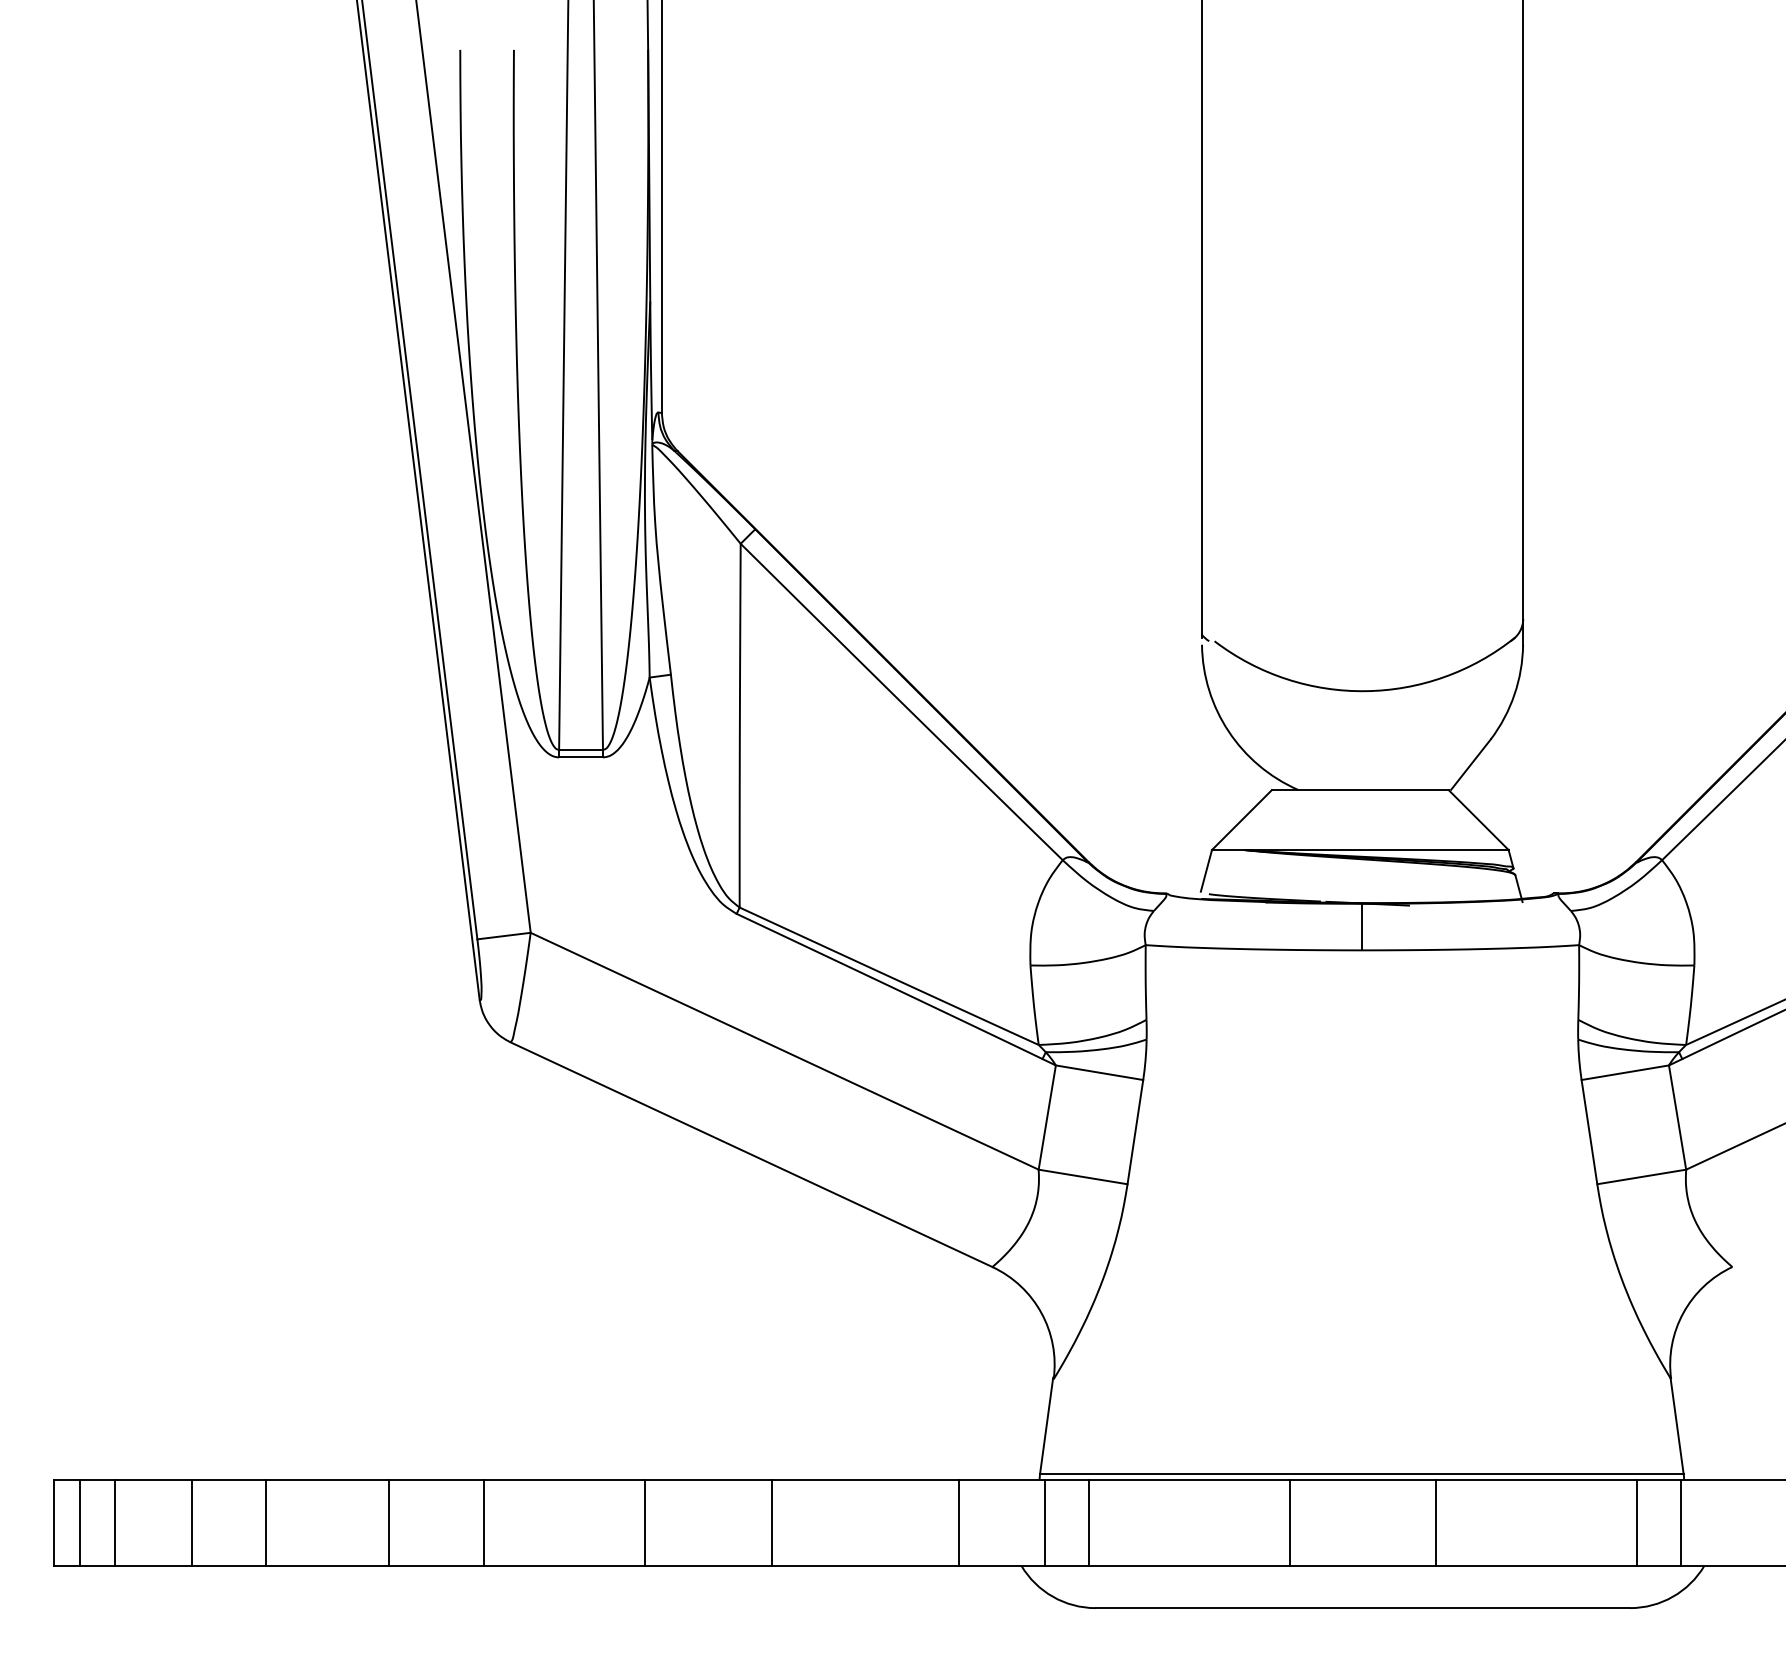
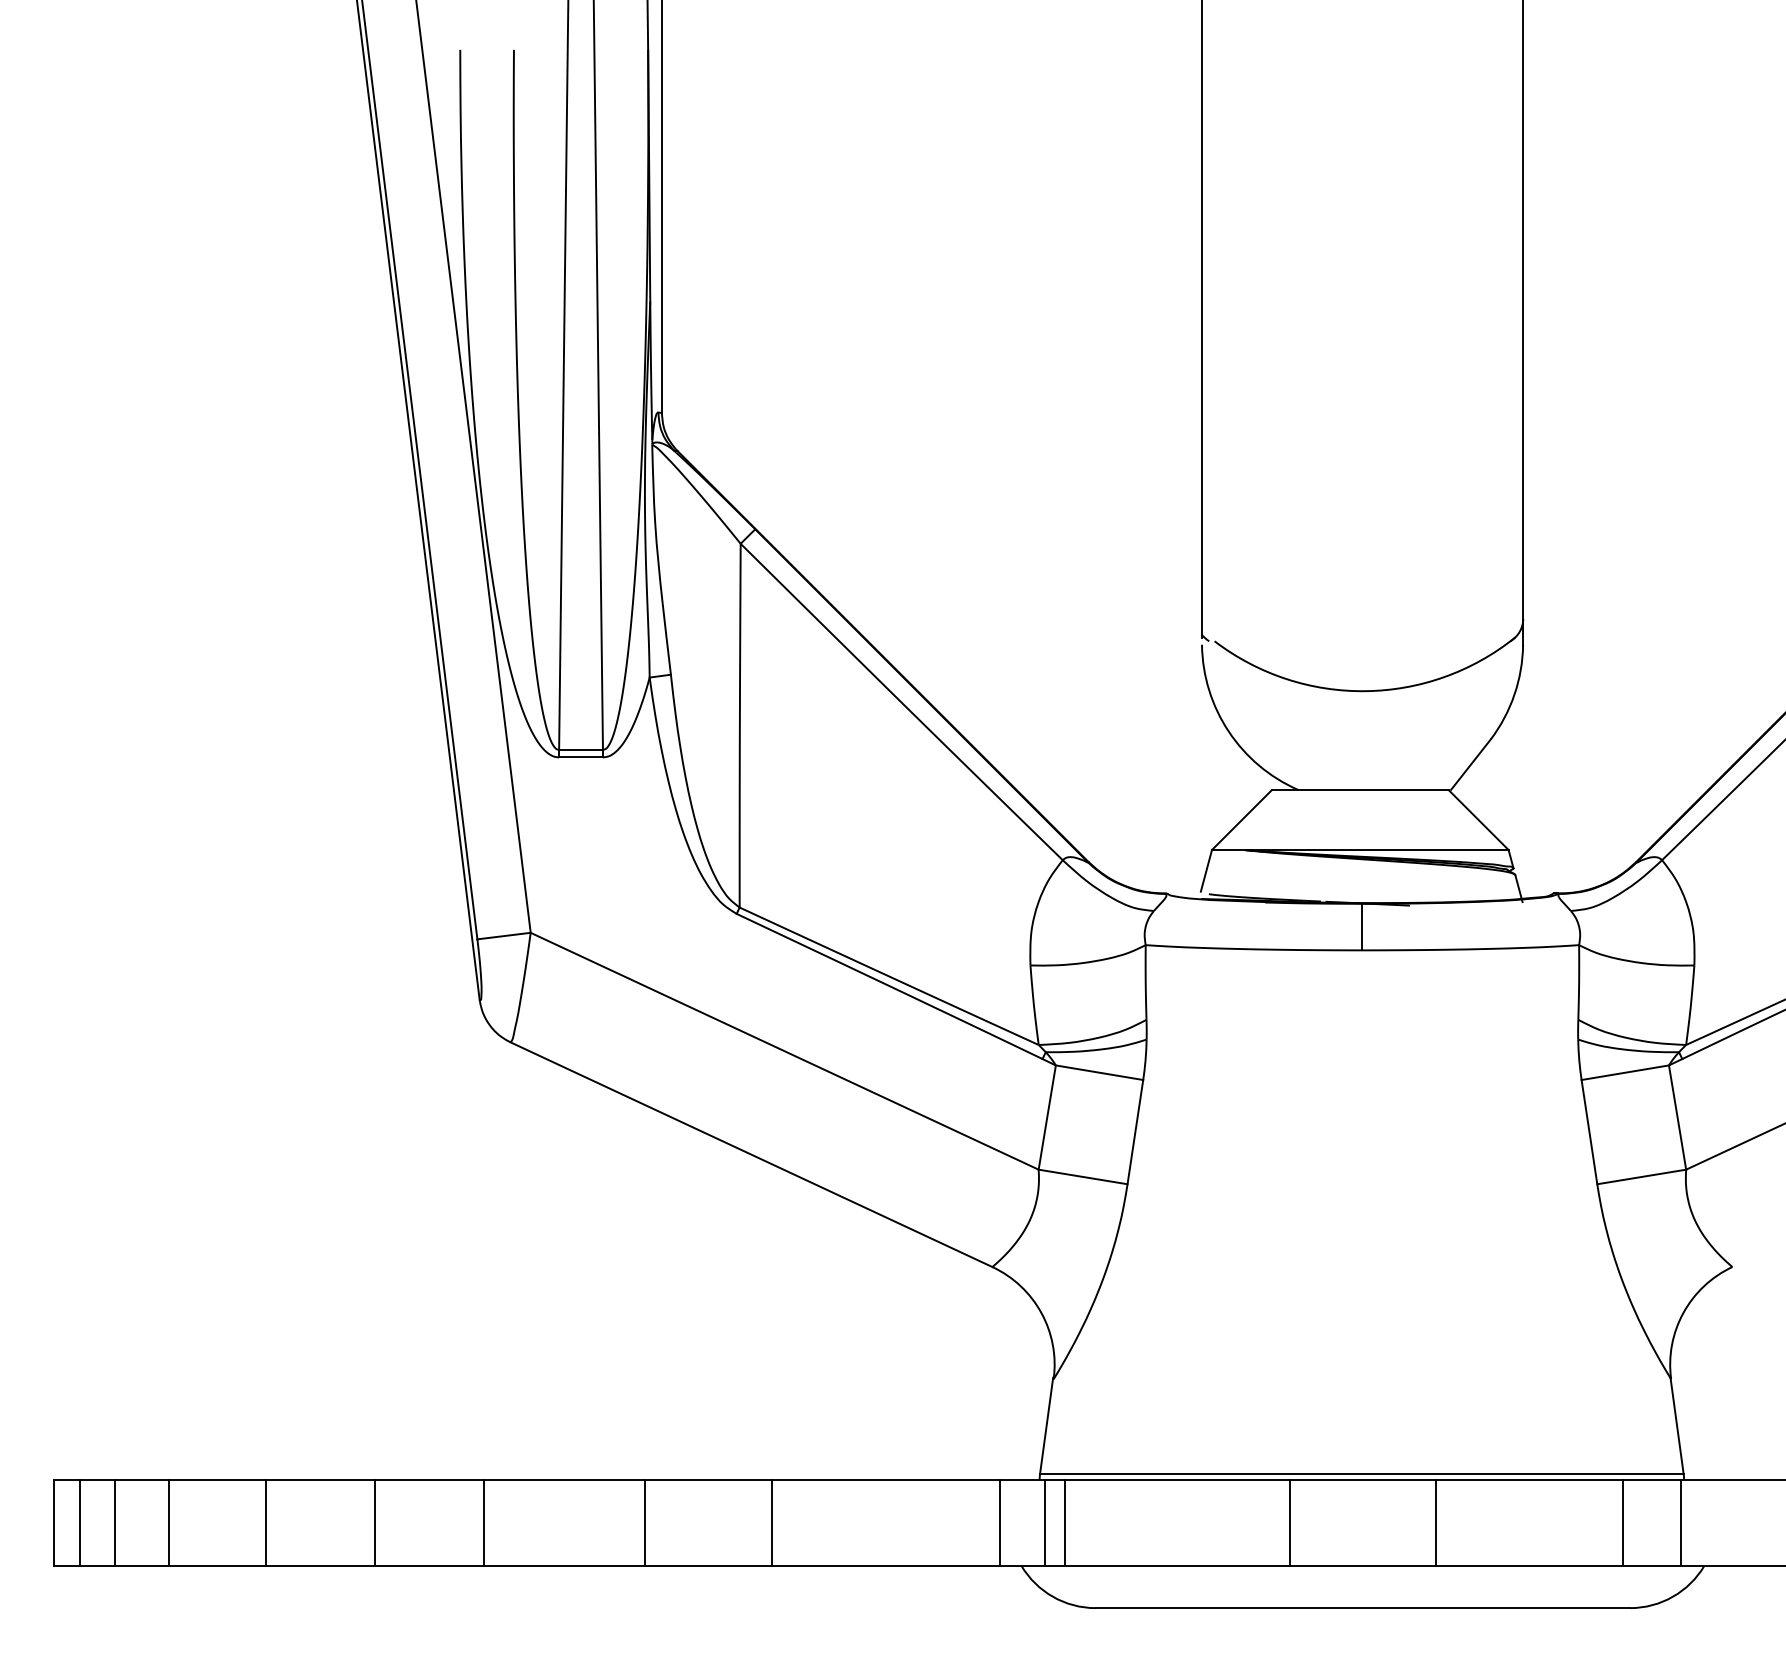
line at (192, 1522) position: (192, 1522) -> (169, 1522)
line at (389, 1522) position: (389, 1522) -> (375, 1522)
line at (958, 1522) position: (958, 1522) -> (999, 1522)
line at (1088, 1522) position: (1088, 1522) -> (1064, 1522)
line at (1636, 1522) position: (1636, 1522) -> (1622, 1522)
